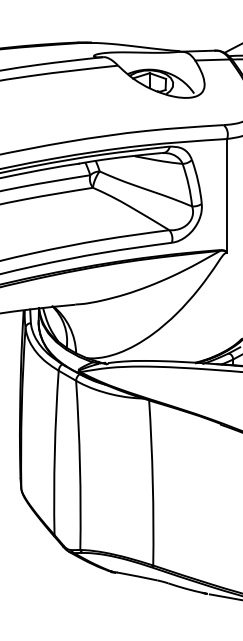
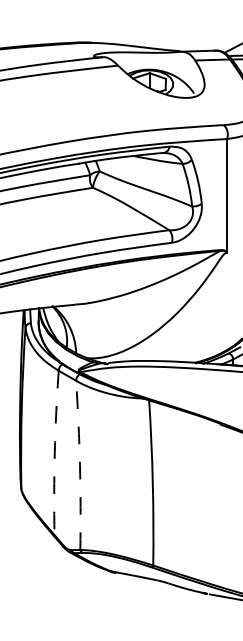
arc at (54, 452): solid -> dashed
arc at (80, 465): solid -> dashed
